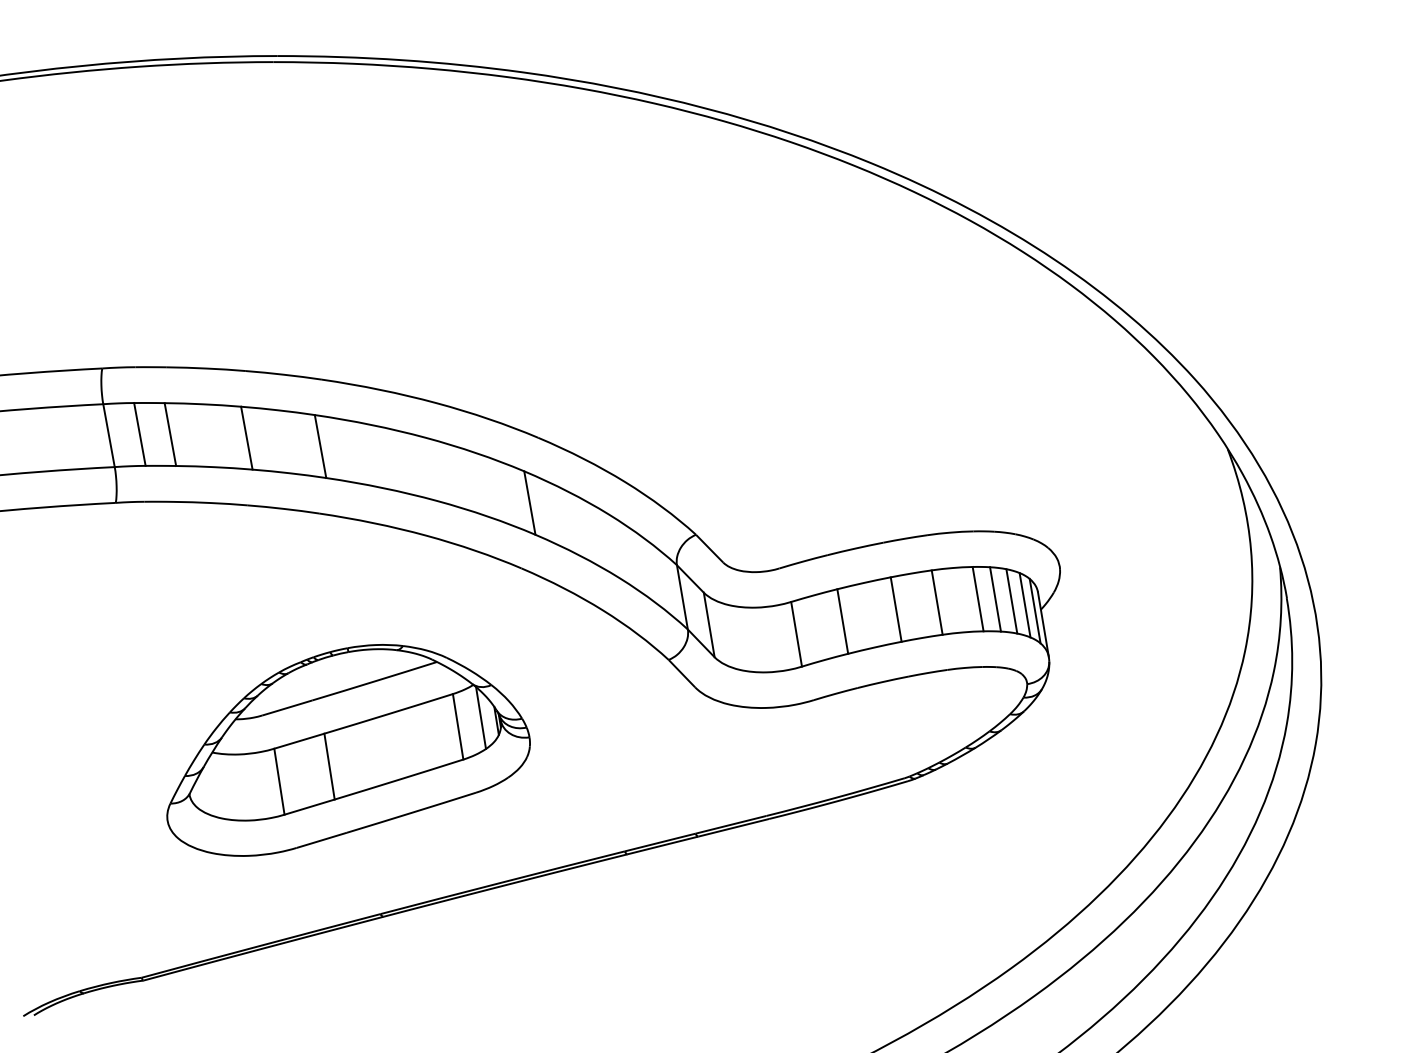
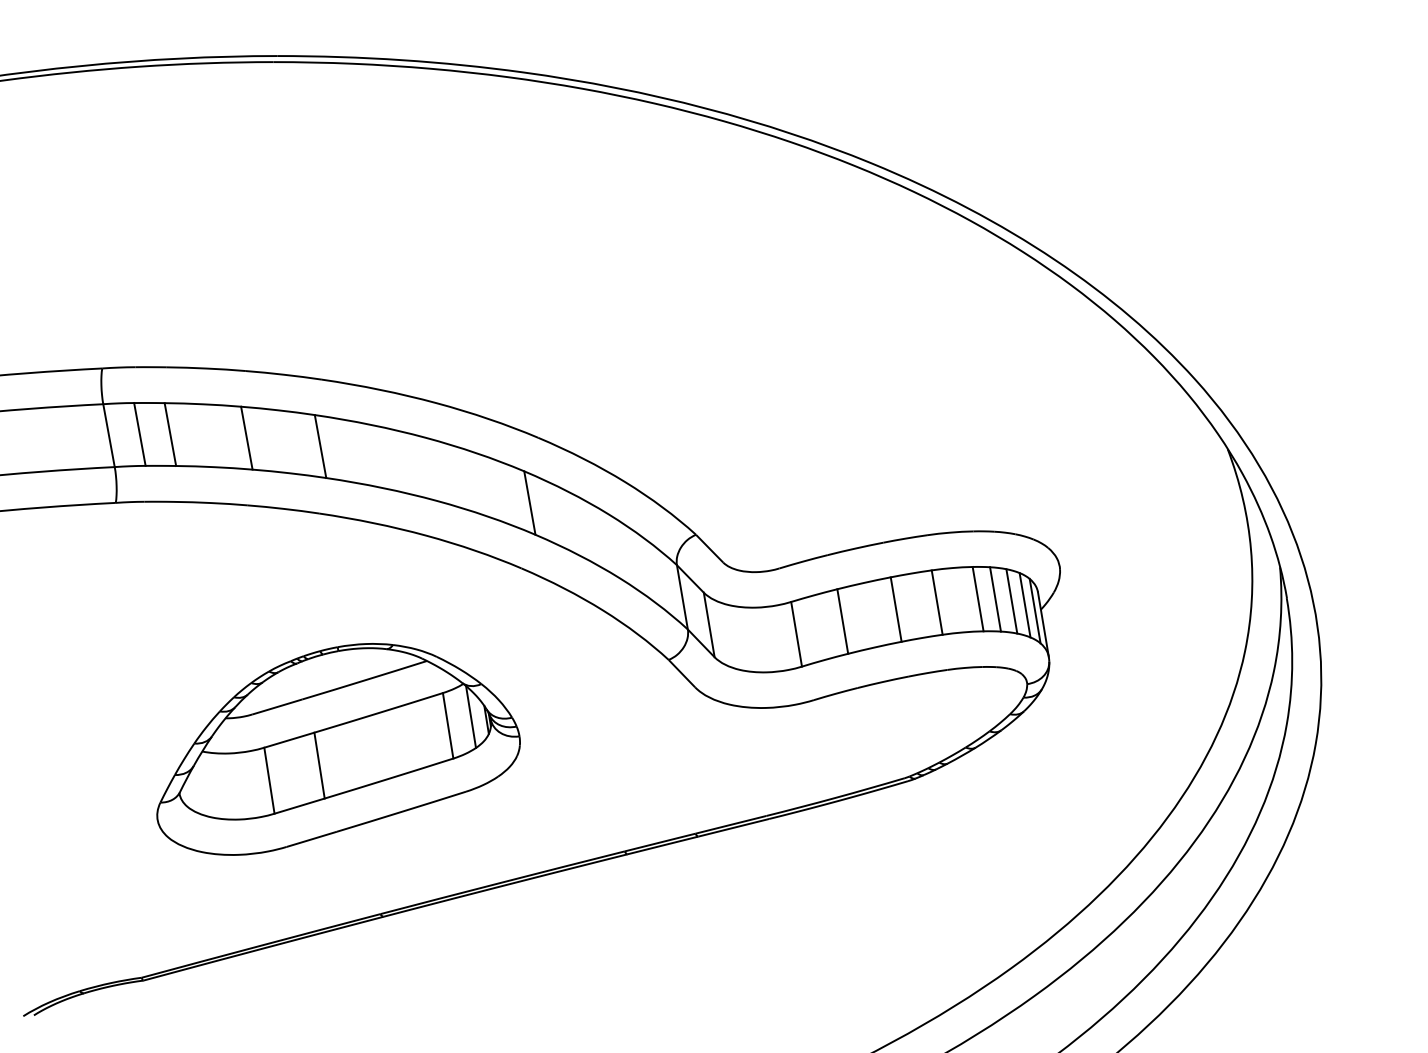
part at (348, 750) position: (348, 750) -> (338, 749)
